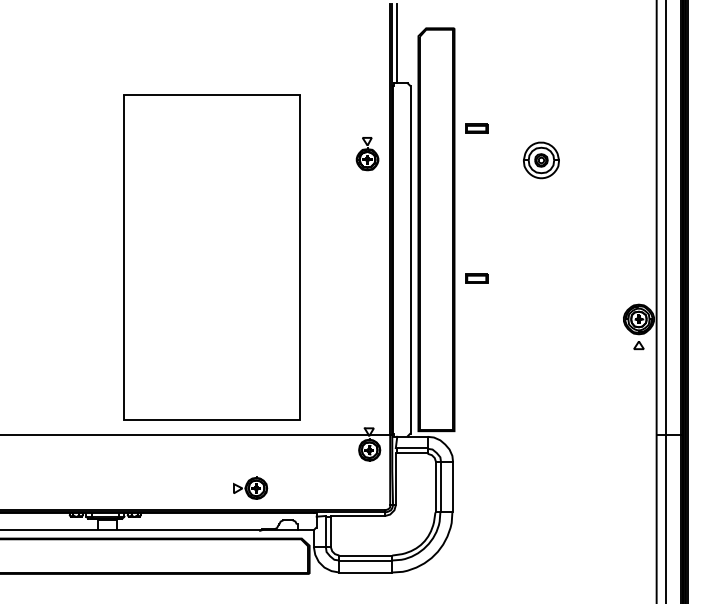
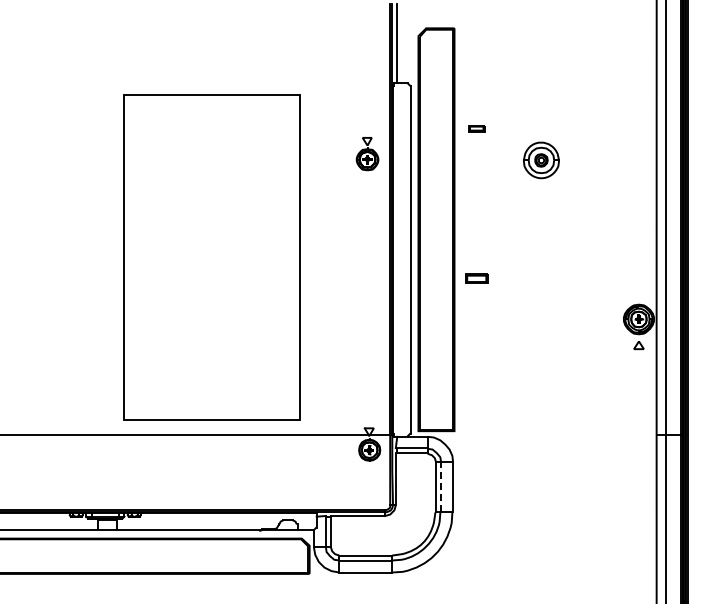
part at (476, 128) size: 24x11 px -> 18x8 px
line at (441, 486): solid -> dashed
part at (250, 487): present -> none
